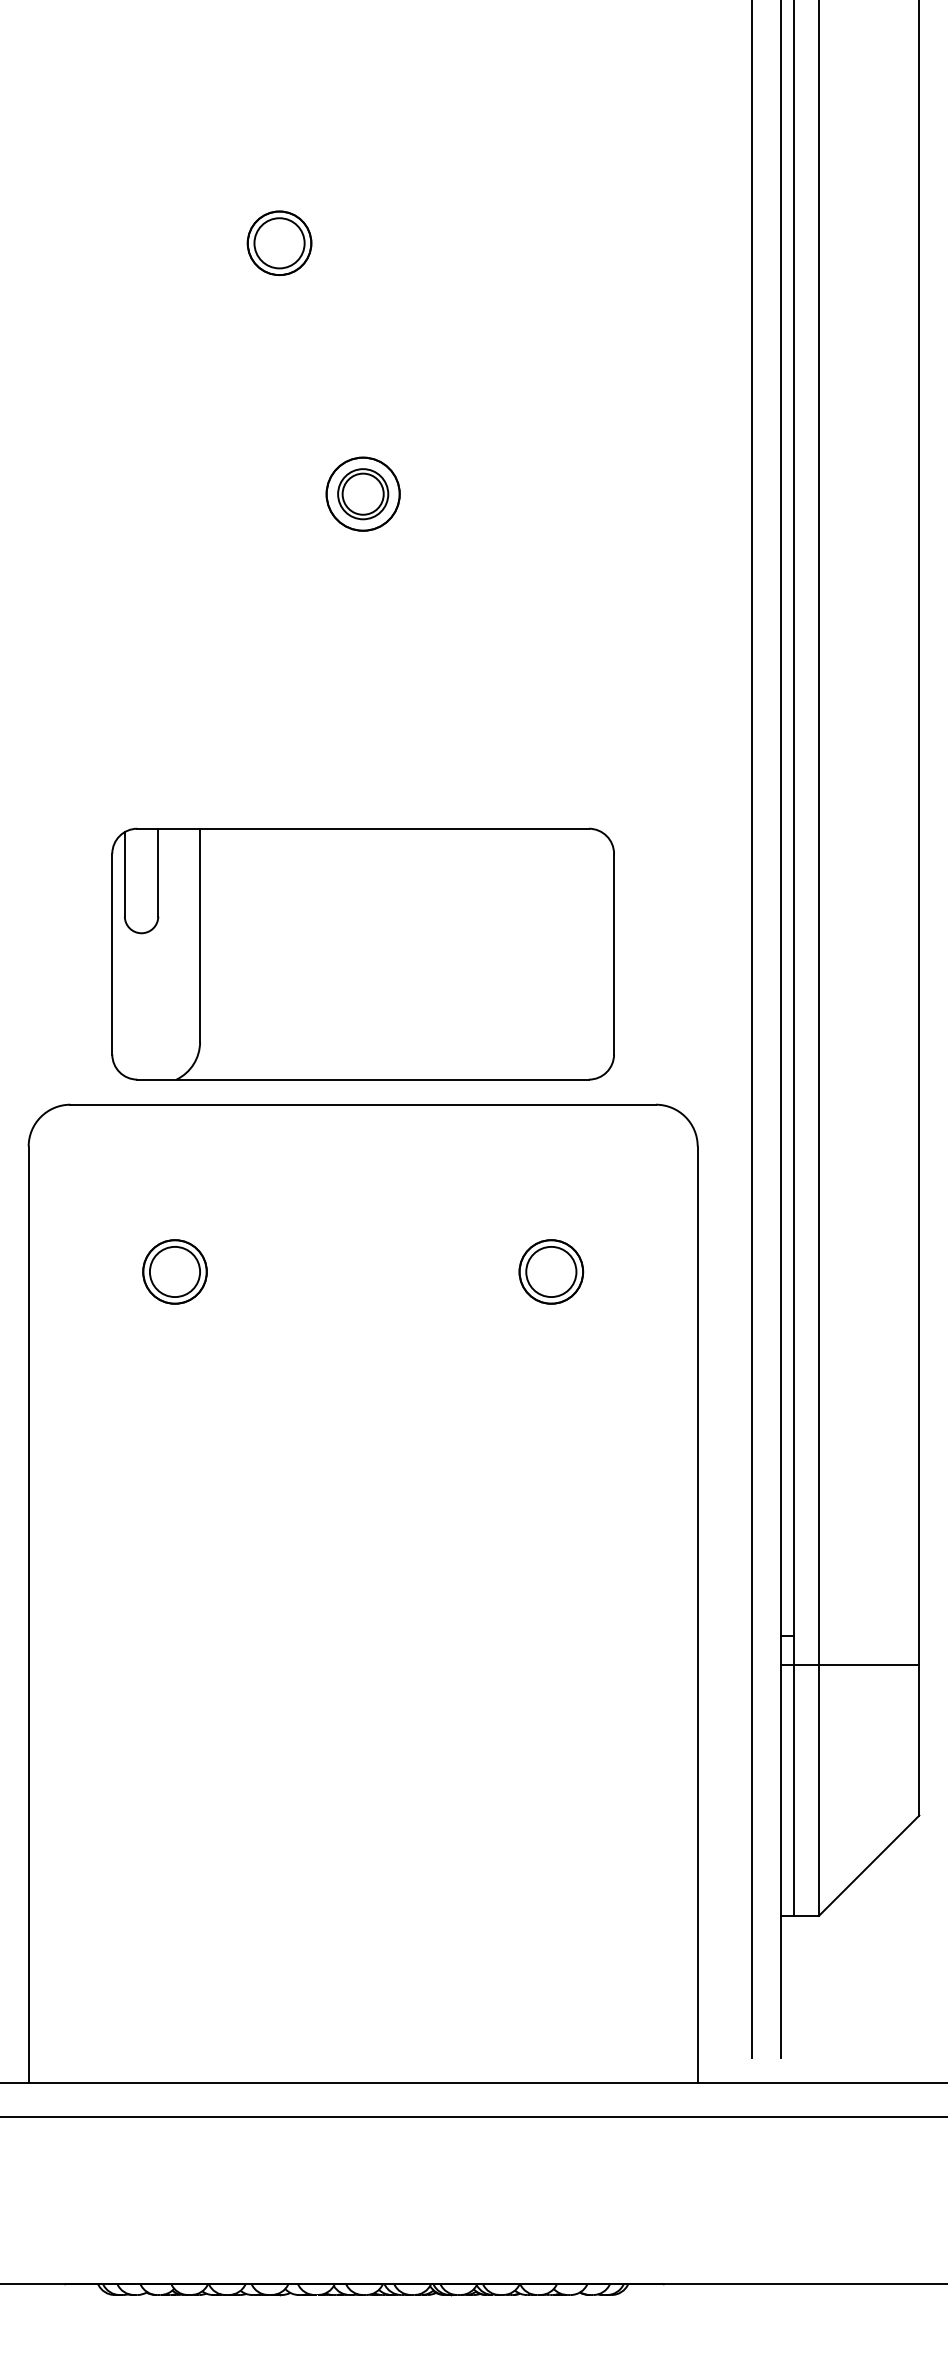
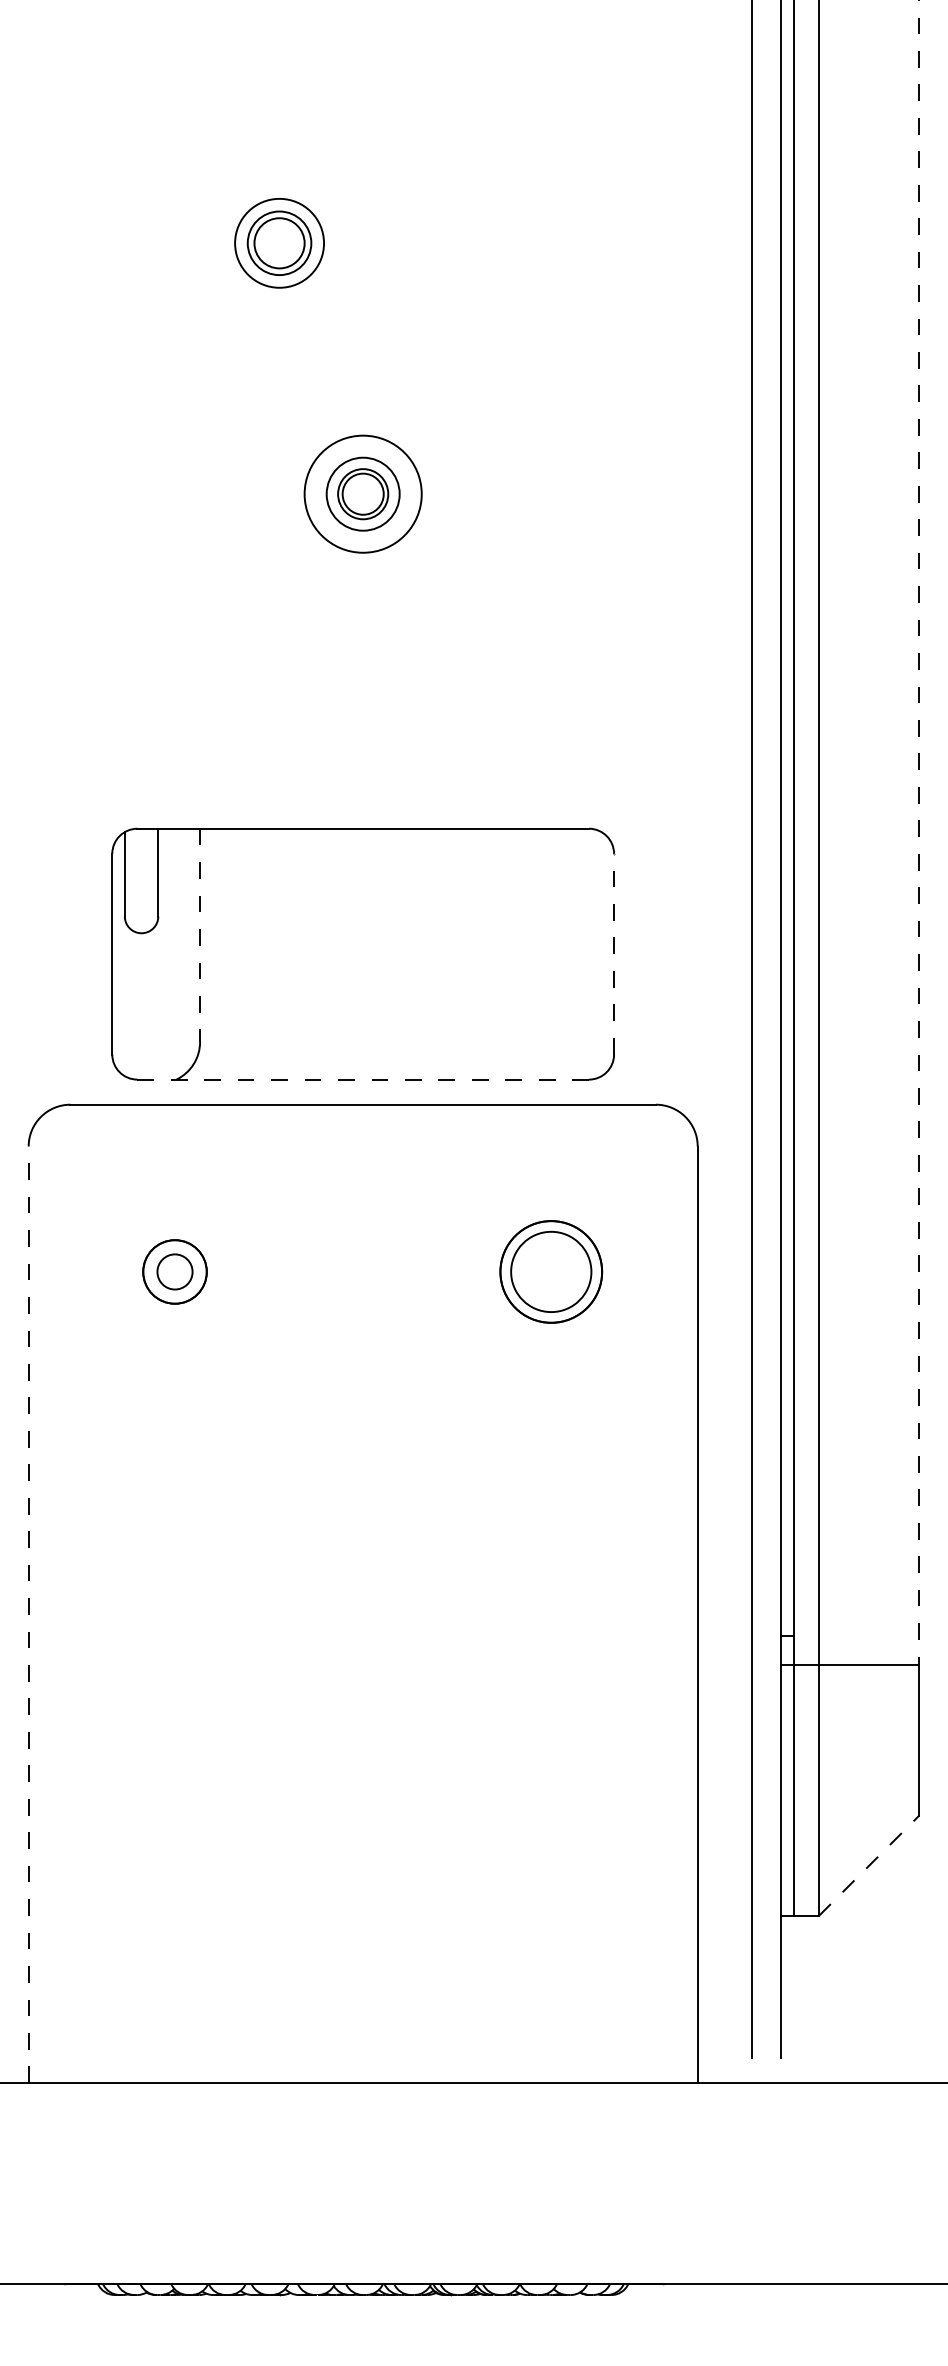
circle at (279, 243) diameter: 64 px -> 89 px
circle at (362, 493) diameter: 73 px -> 117 px
line at (919, 833): solid -> dashed
line at (200, 935): solid -> dashed
line at (614, 953): solid -> dashed
line at (363, 1079): solid -> dashed
circle at (174, 1271) diameter: 50 px -> 35 px
part at (551, 1271) size: 67x66 px -> 105x104 px
line at (28, 1614): solid -> dashed
line at (869, 1865): solid -> dashed
line at (473, 2116): present -> none
